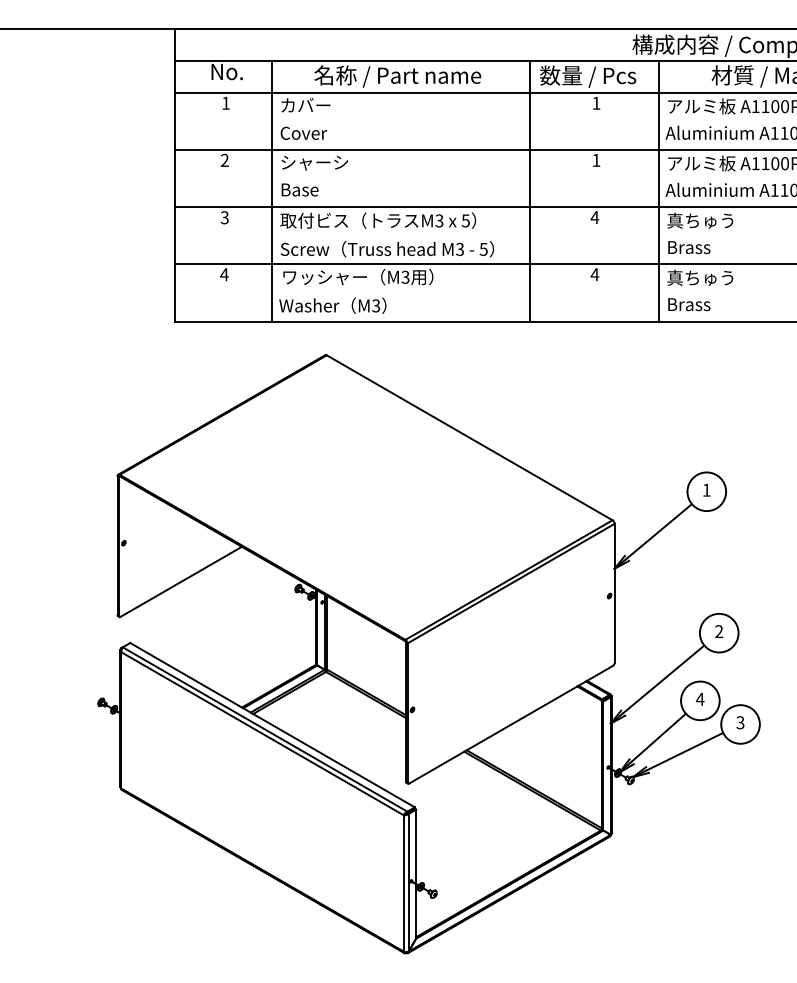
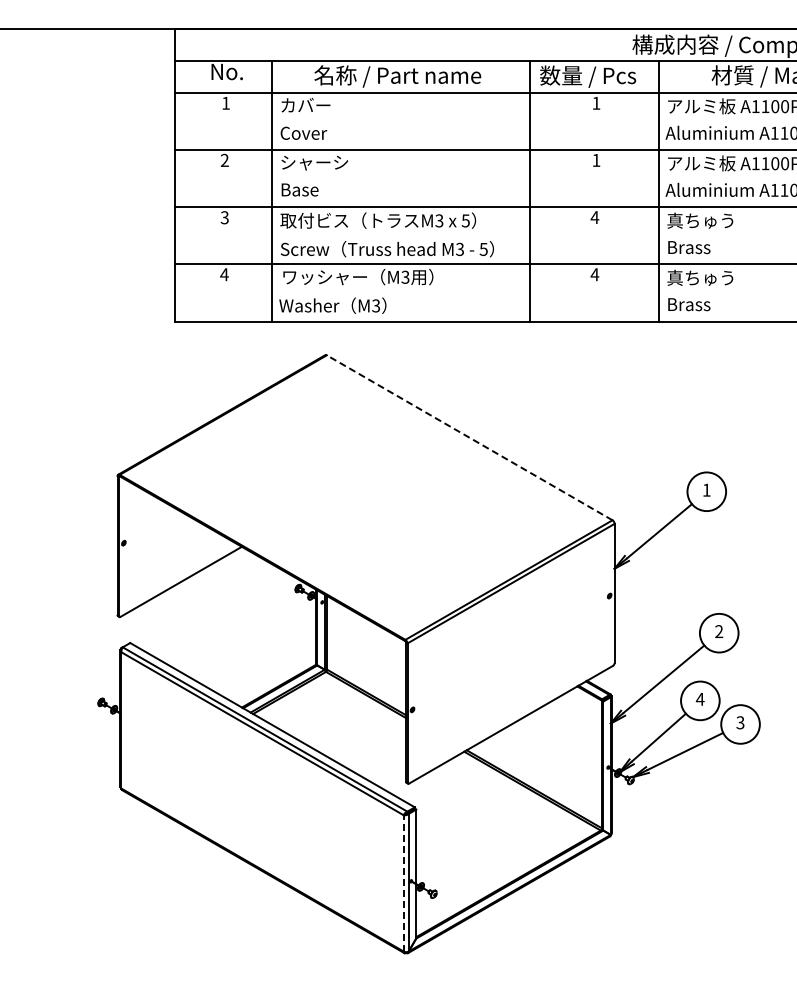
line at (469, 437): solid -> dashed
line at (403, 882): solid -> dashed
